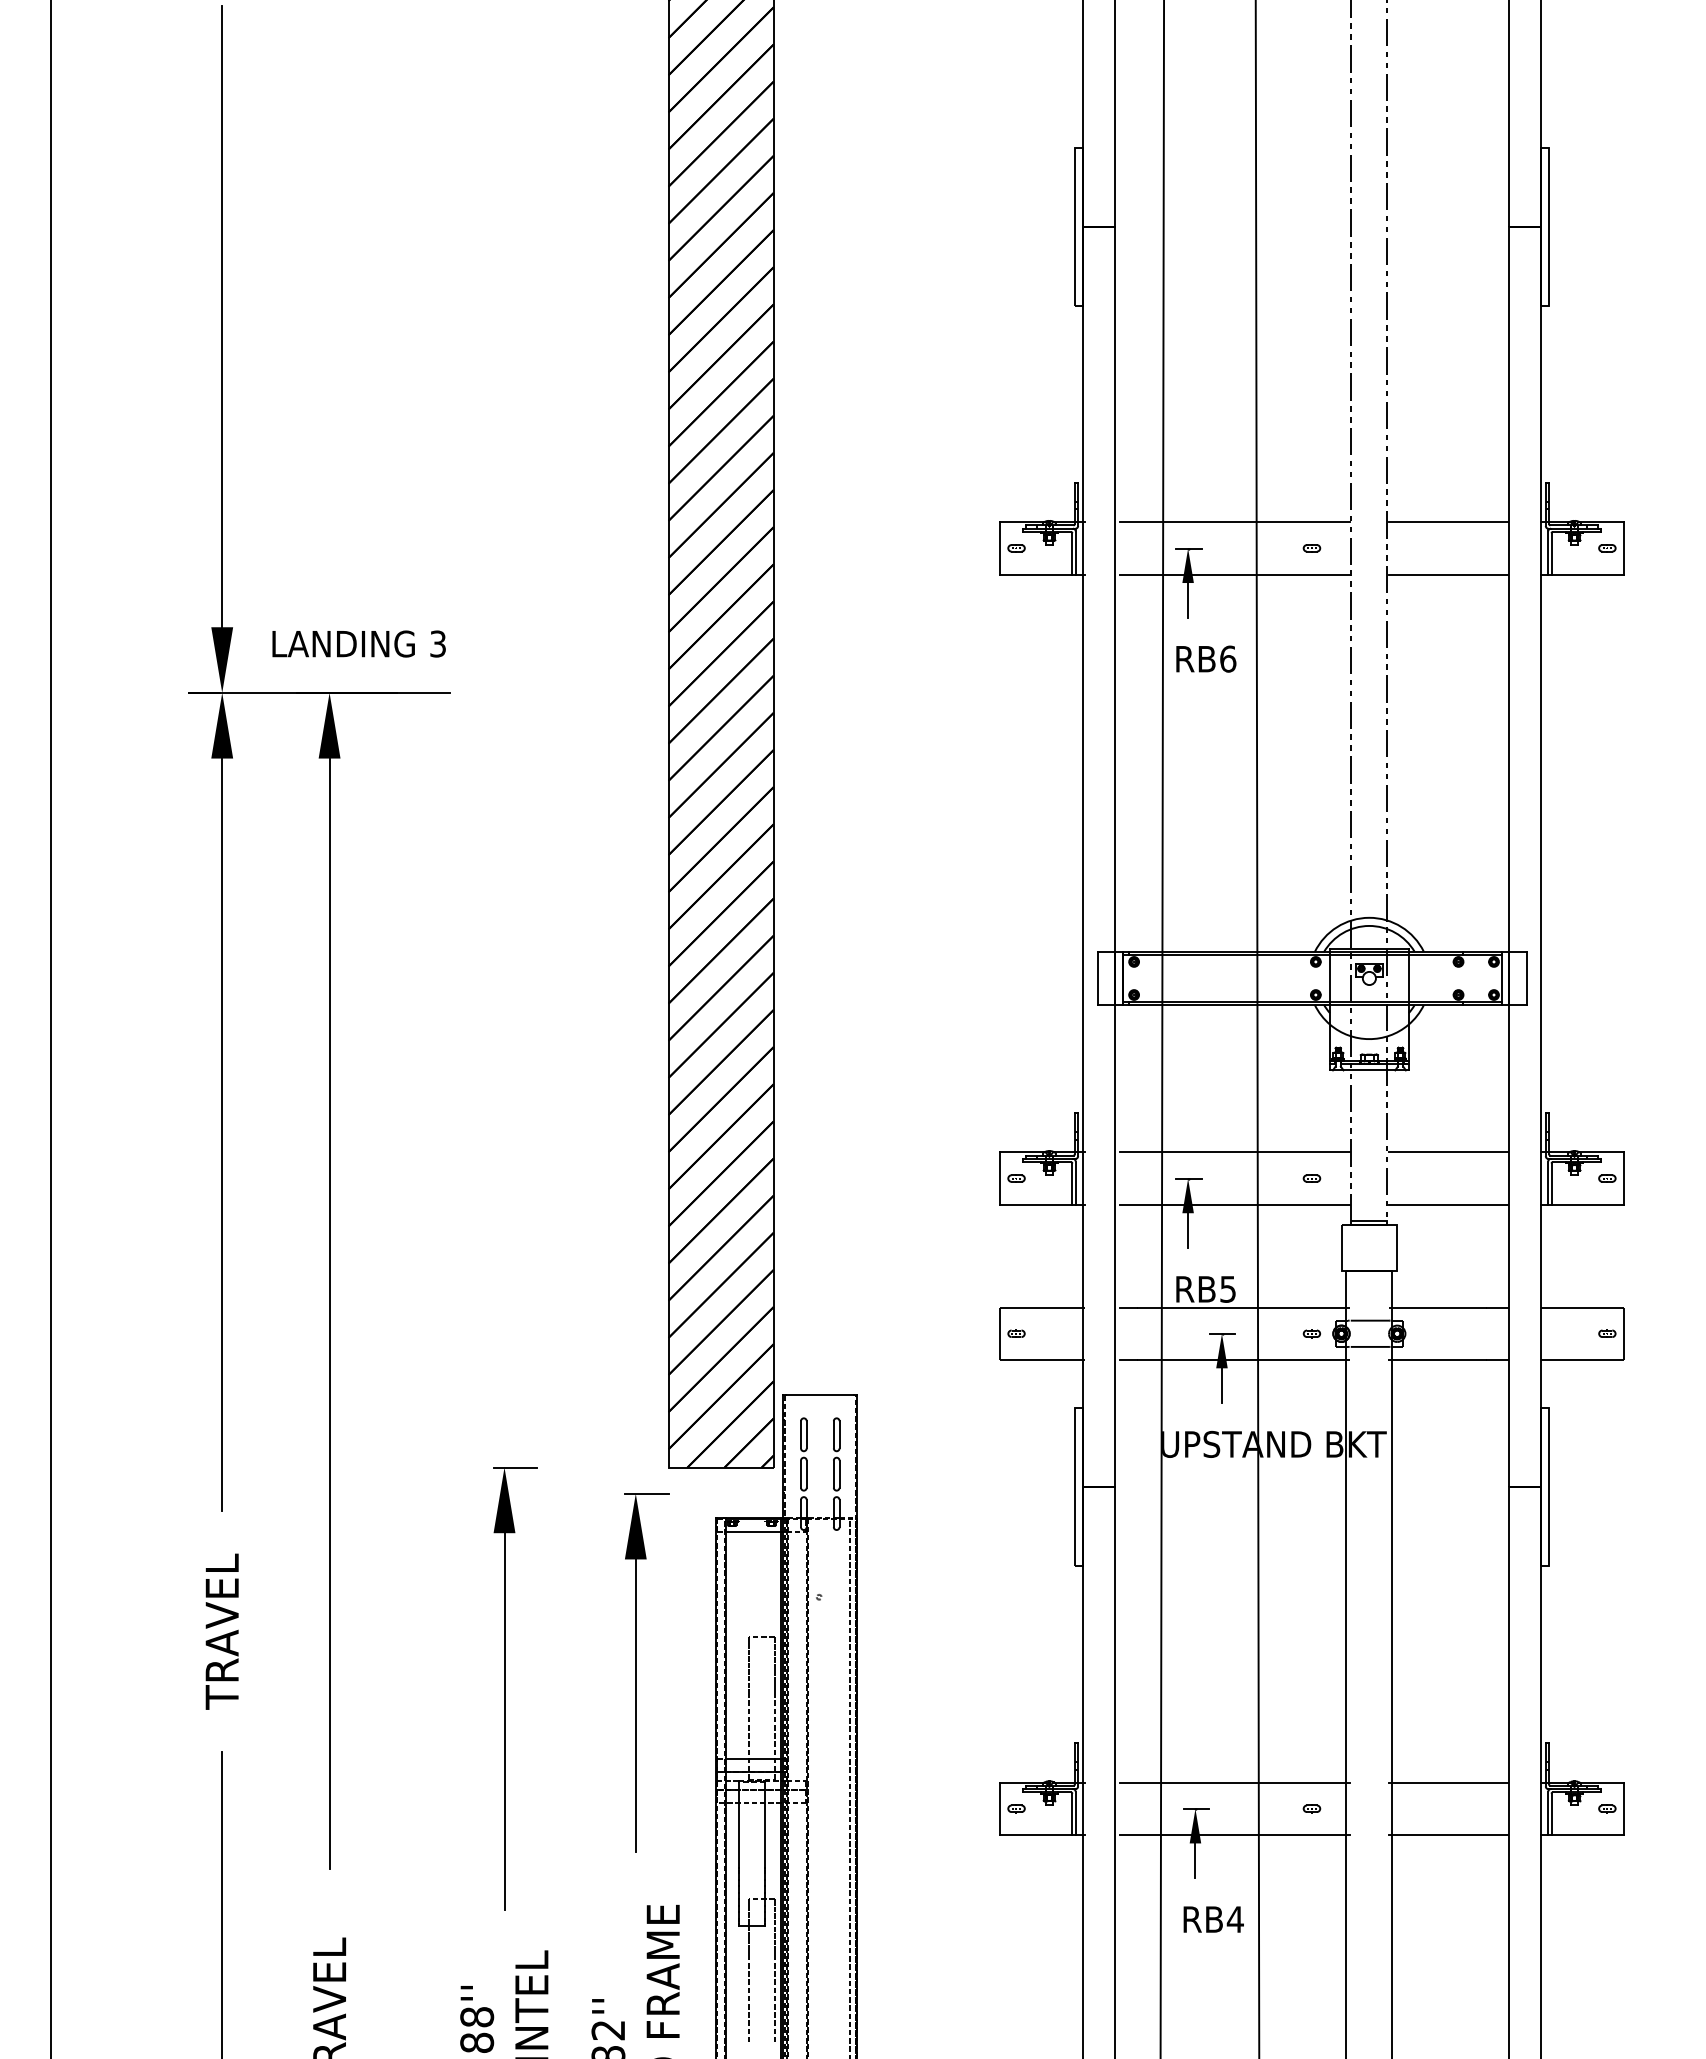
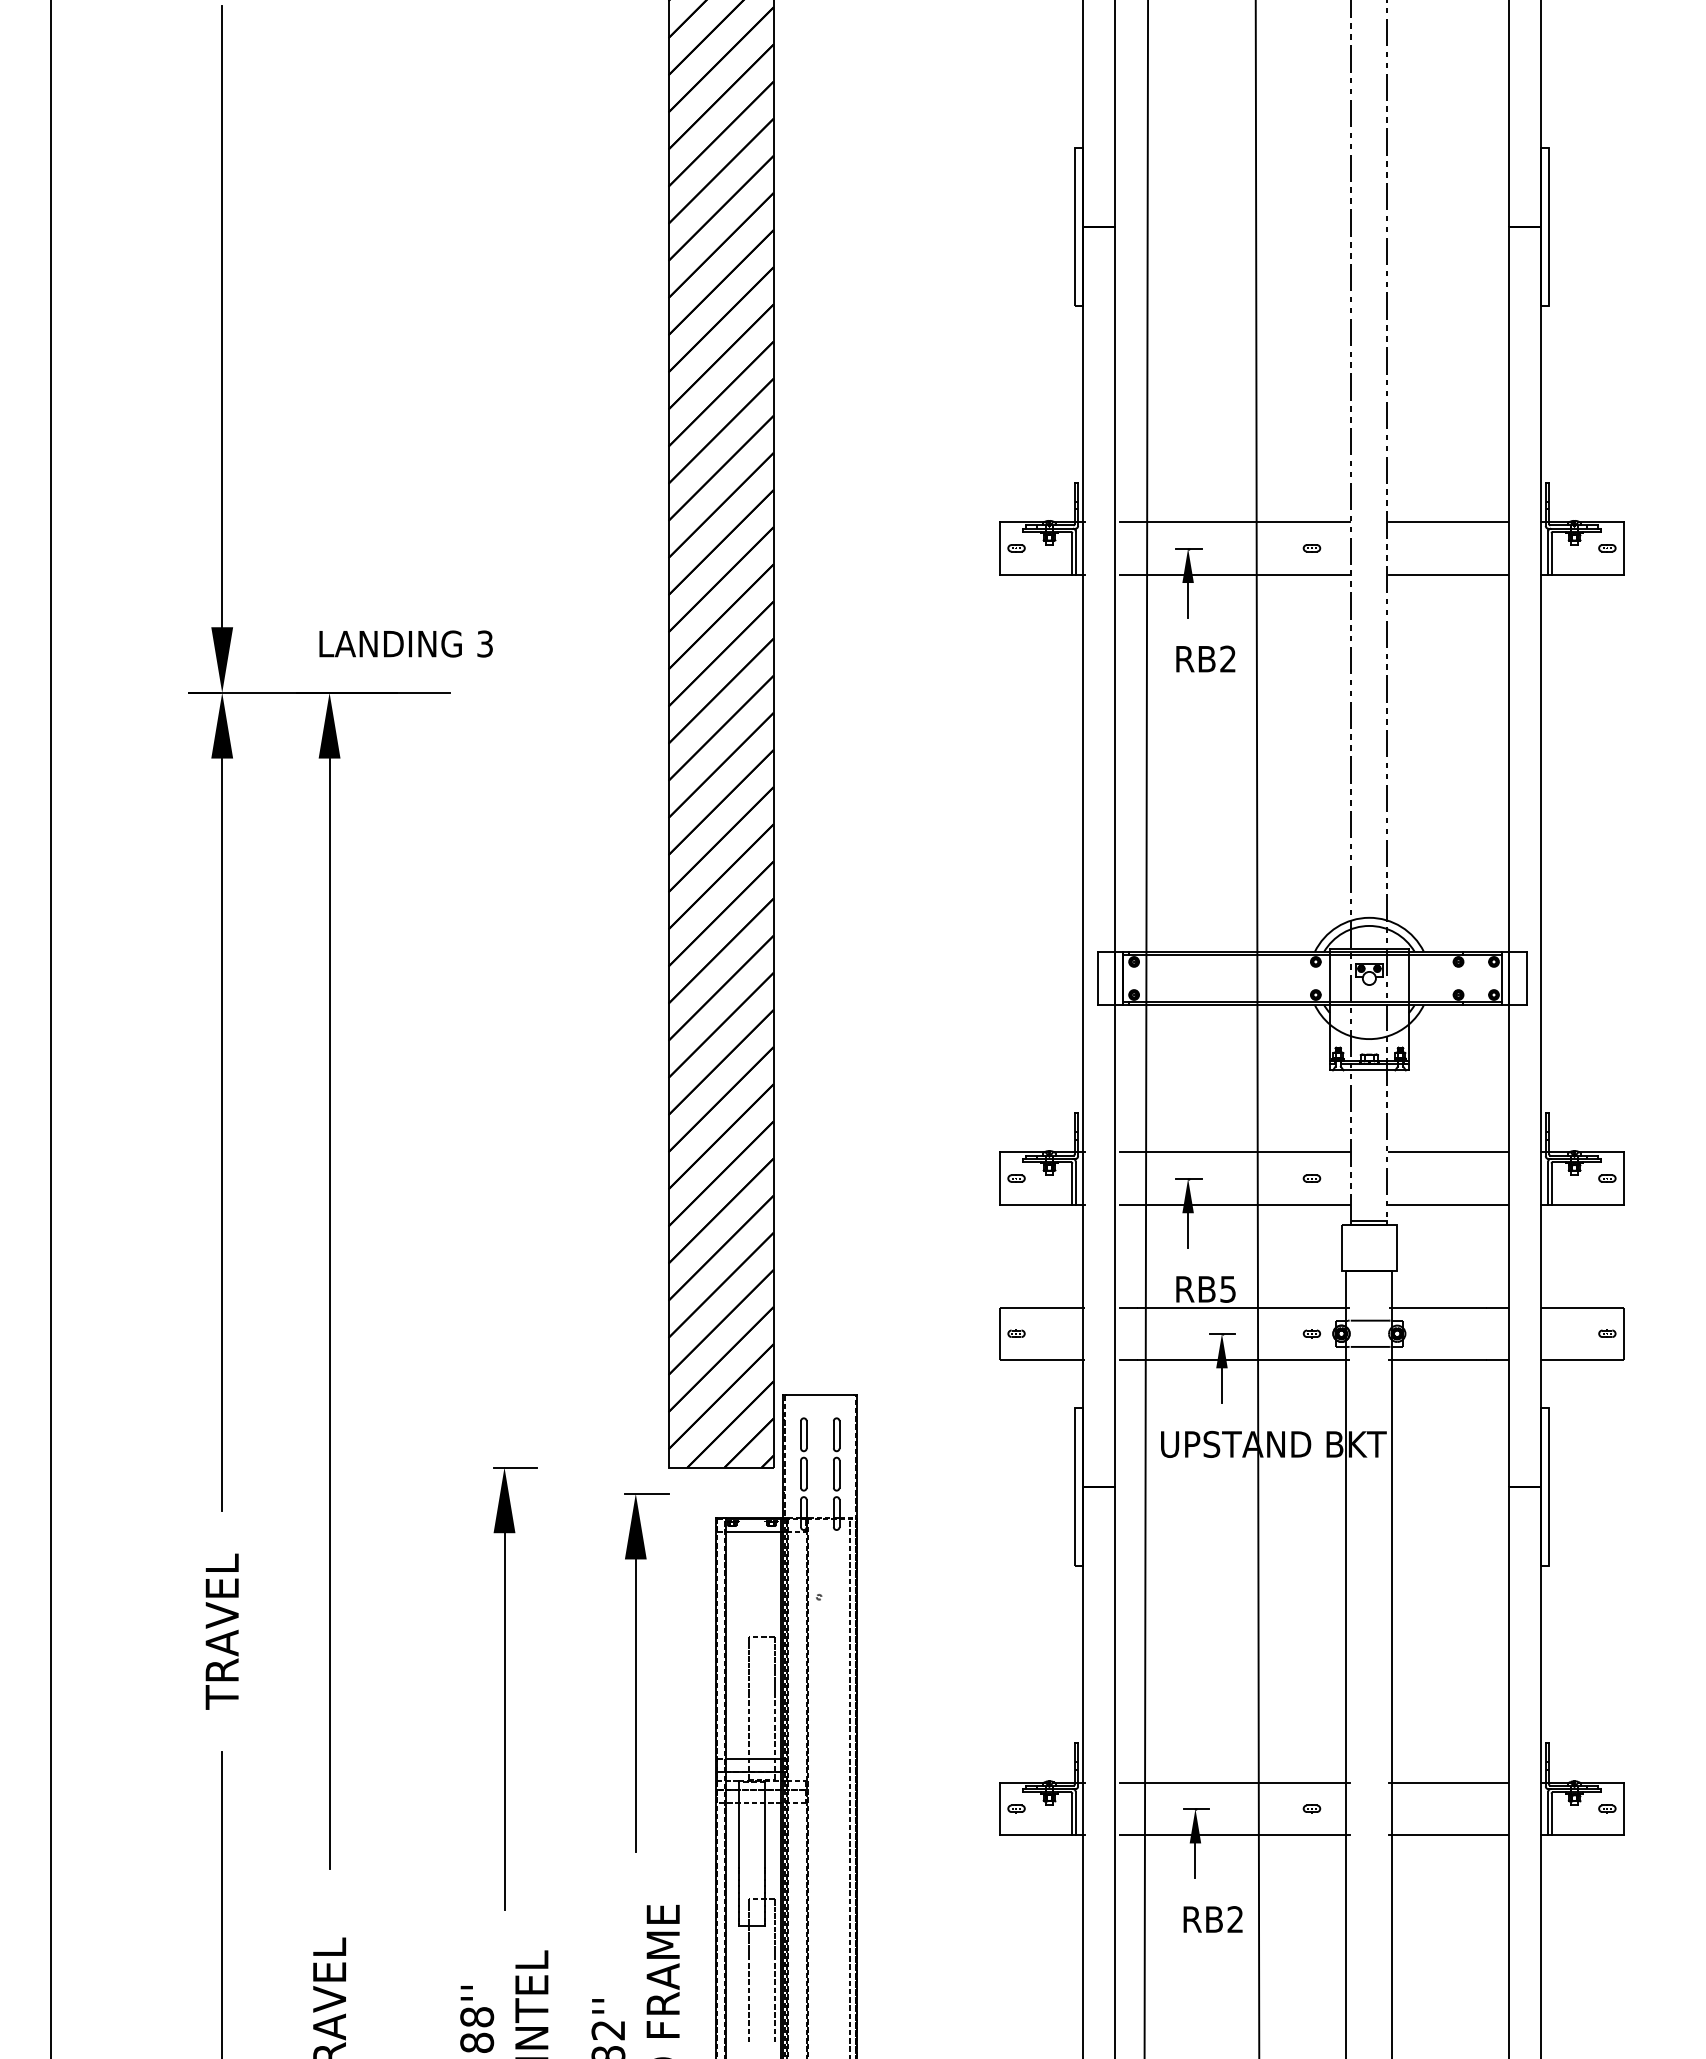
text at (358, 643) position: (358, 643) -> (405, 643)
text at (1228, 658): RB6 -> RB2
line at (1162, 1028) position: (1162, 1028) -> (1146, 1028)
text at (1234, 1919): RB4 -> RB2
